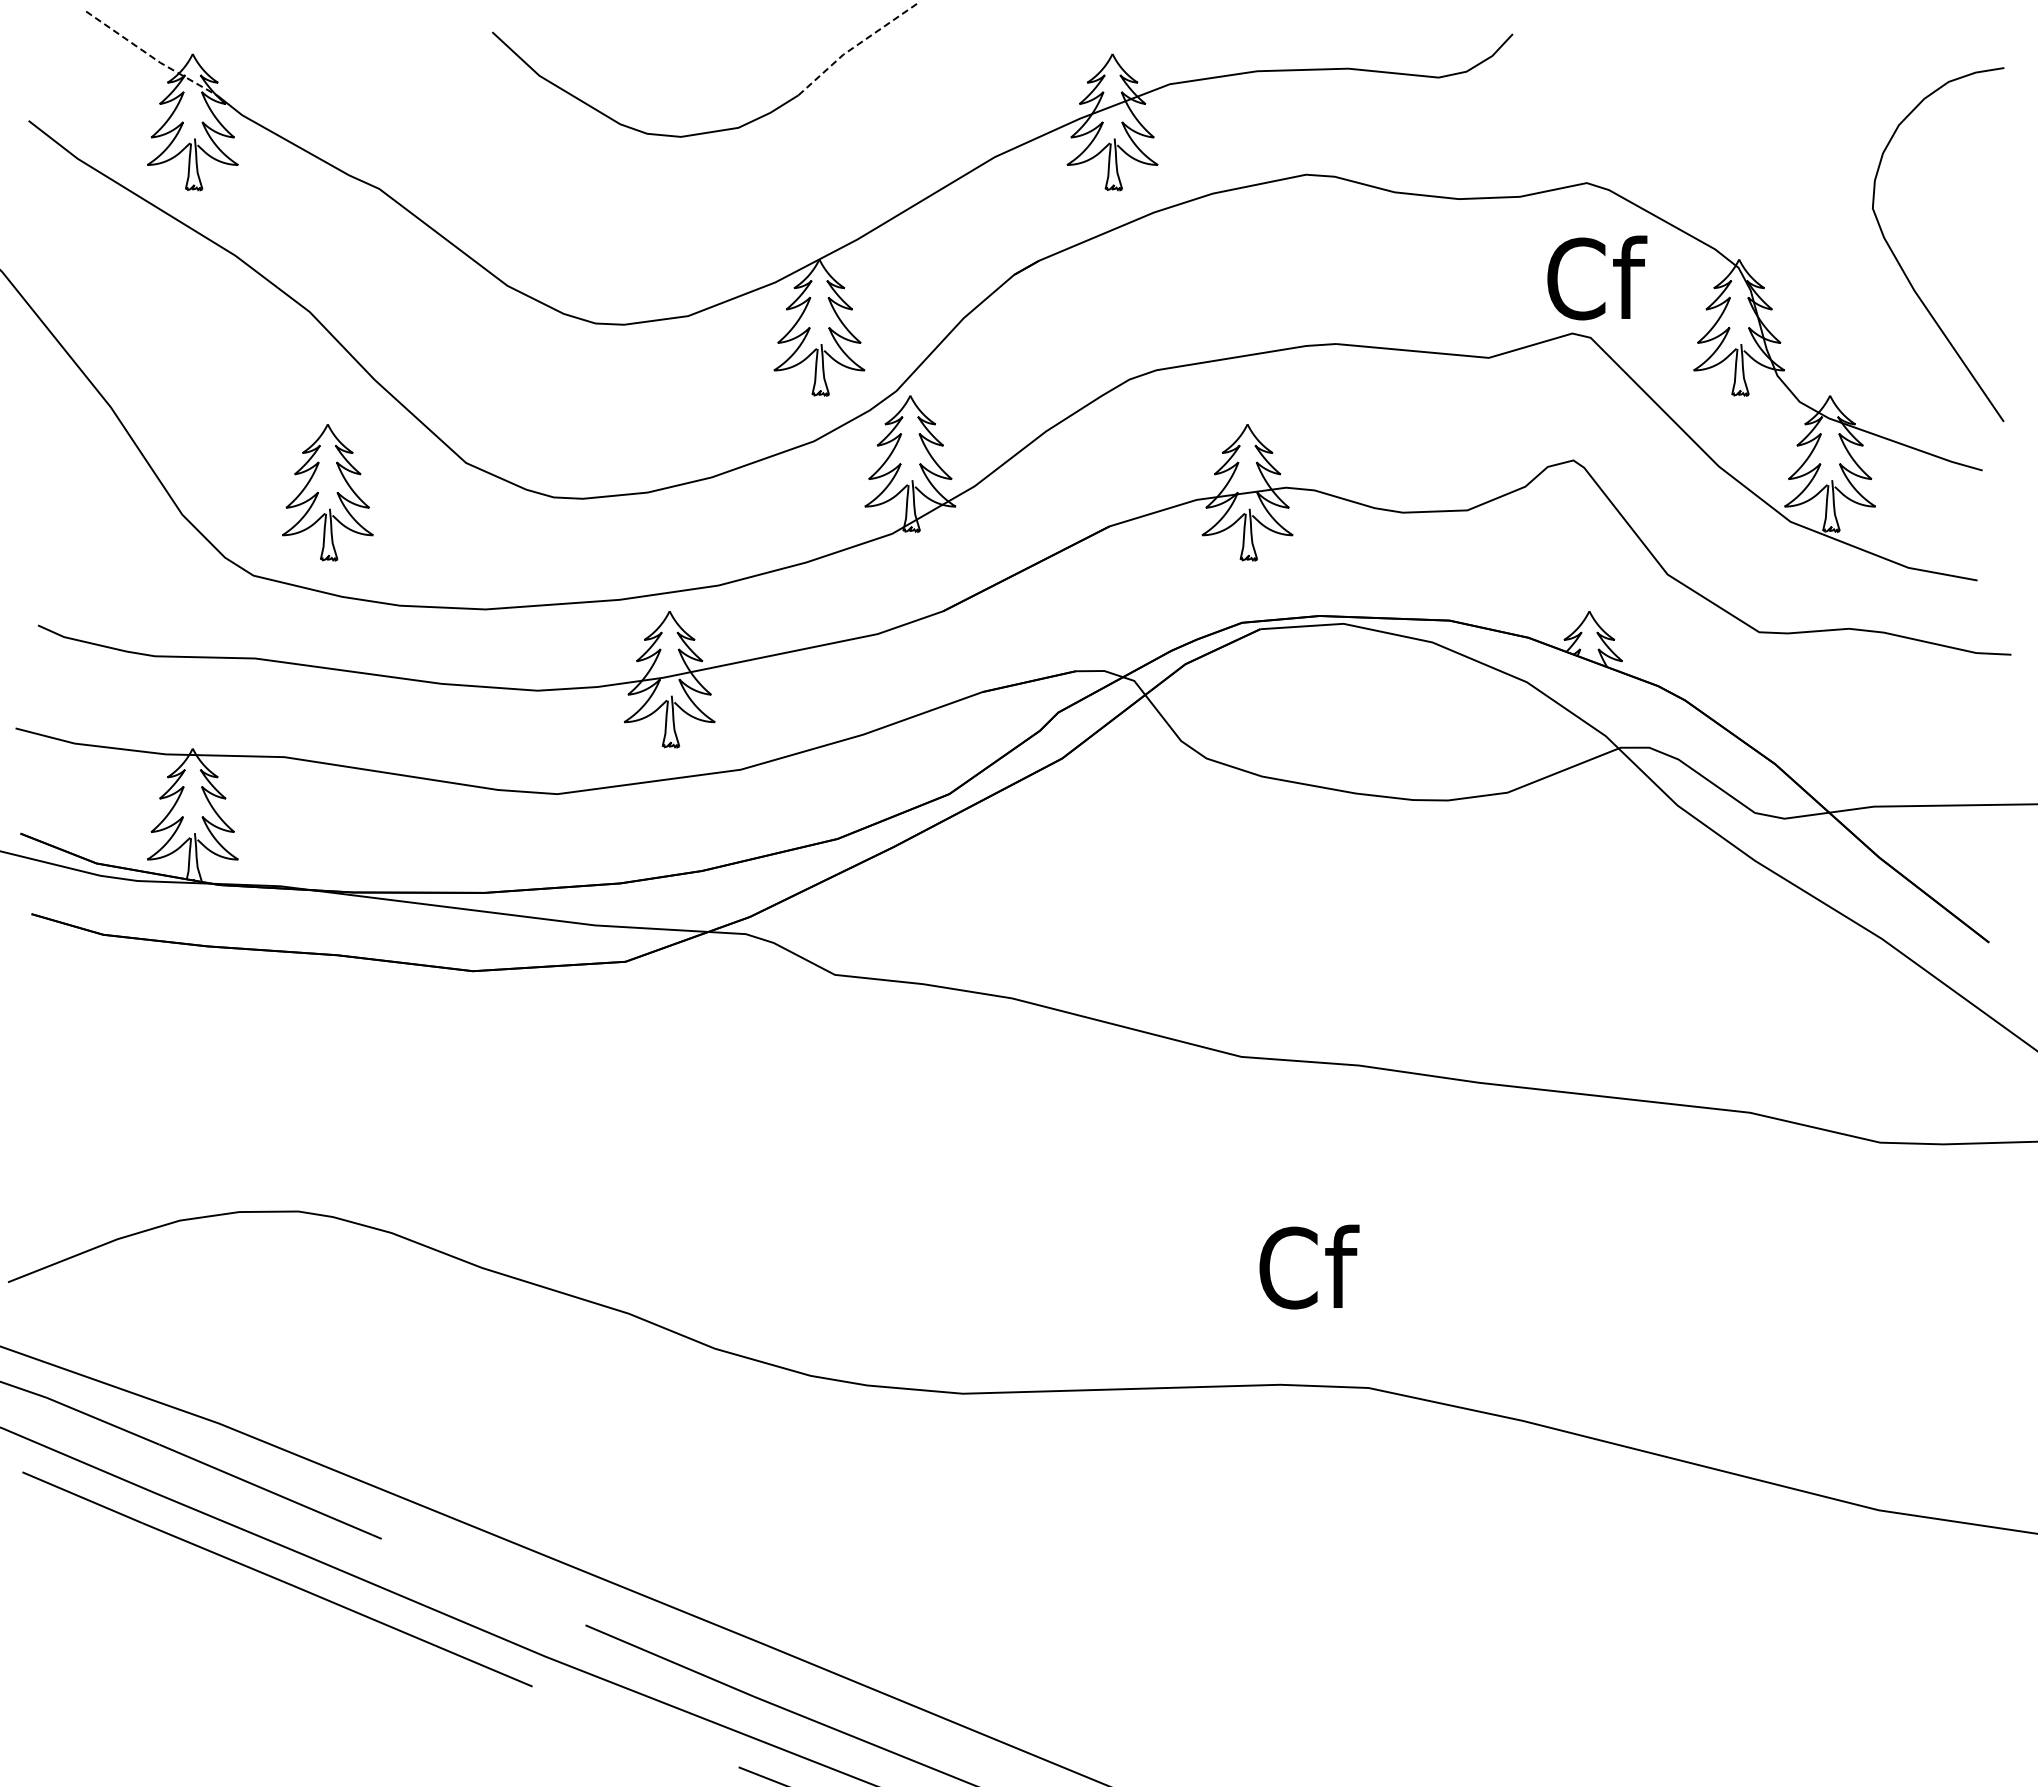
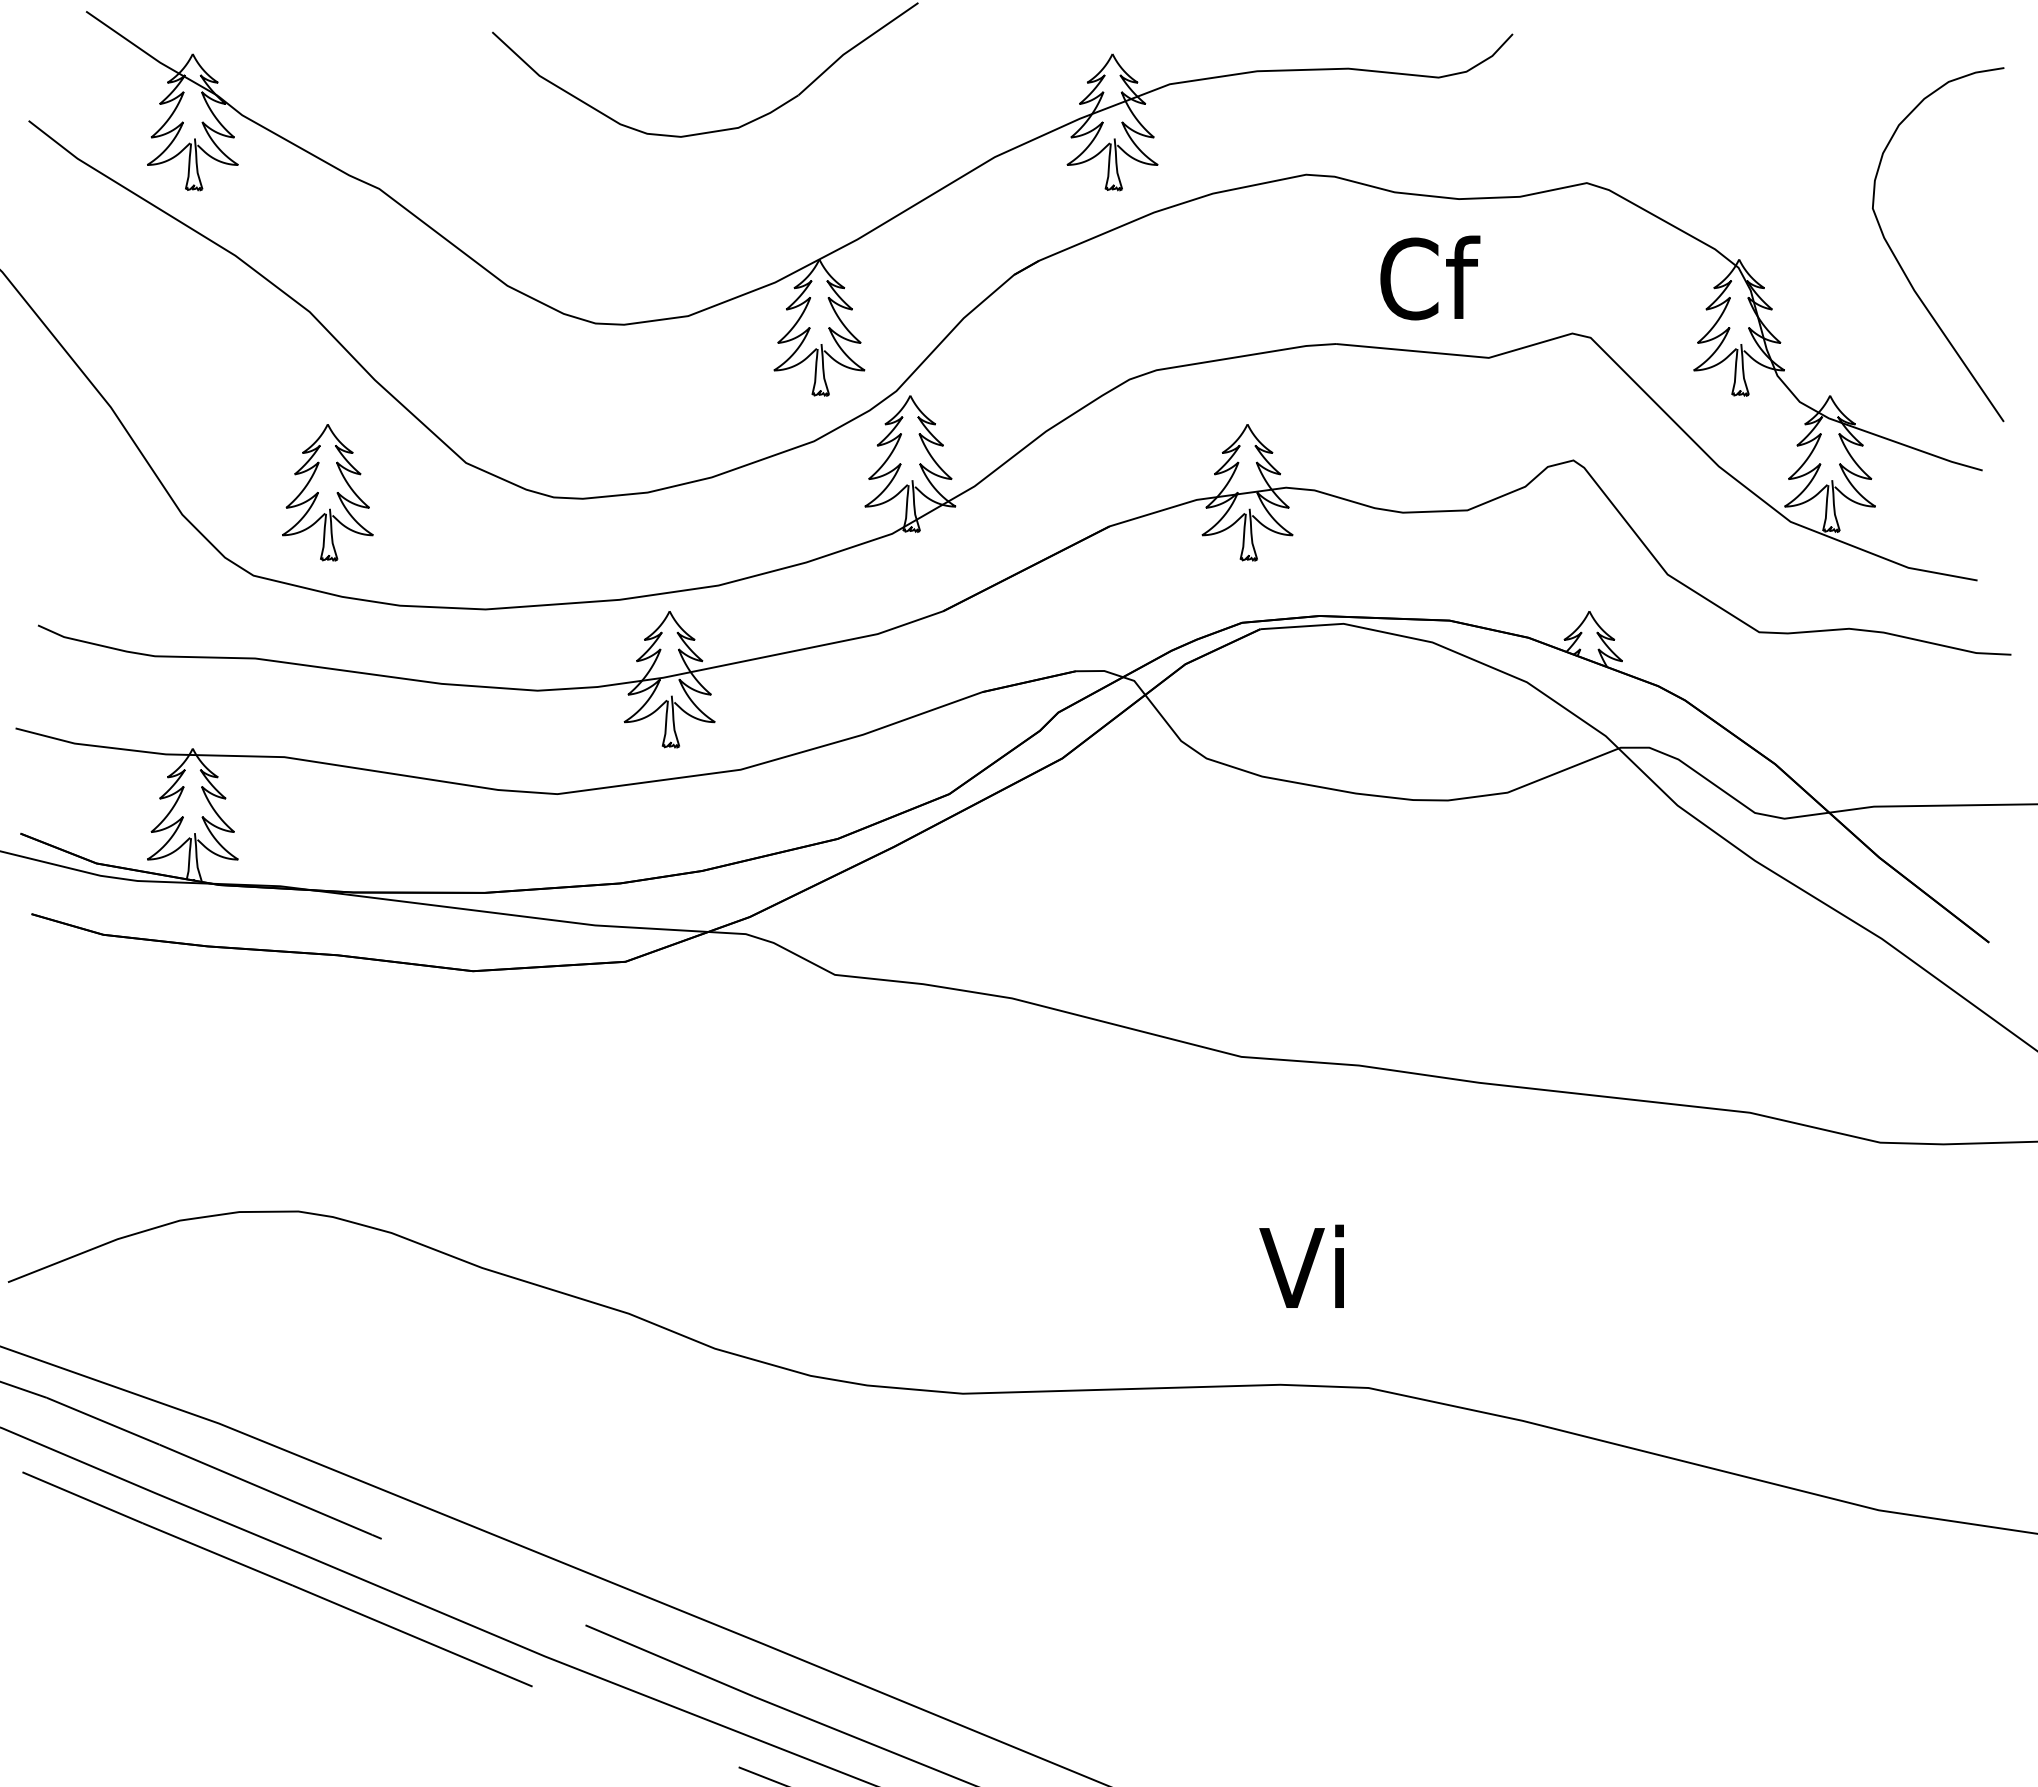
line at (855, 46): dashed -> solid
line at (151, 56): dashed -> solid
text at (1597, 277) position: (1597, 277) -> (1430, 277)
text at (1309, 1266): Cf -> Vi
